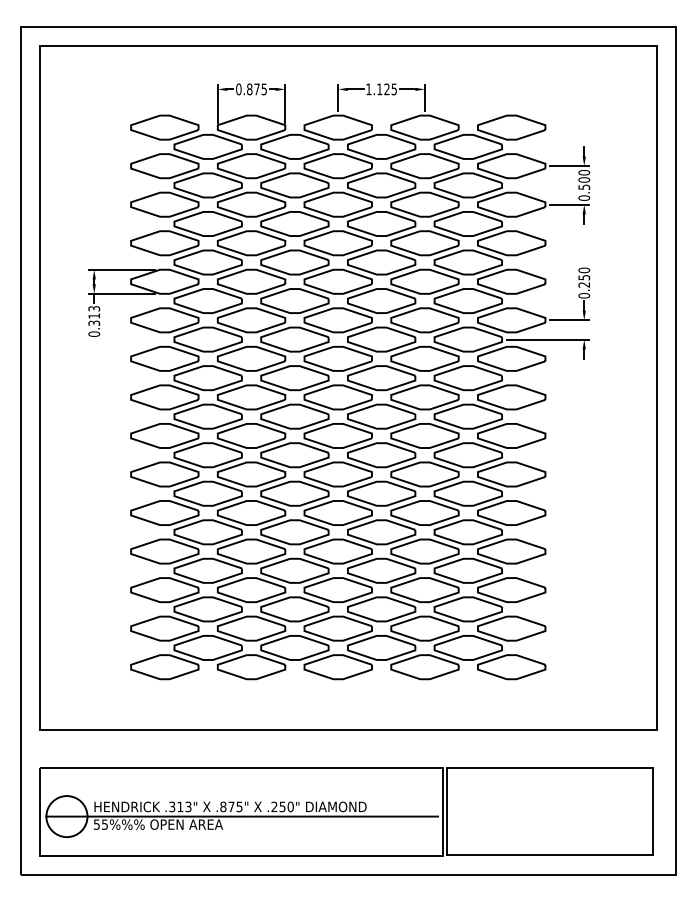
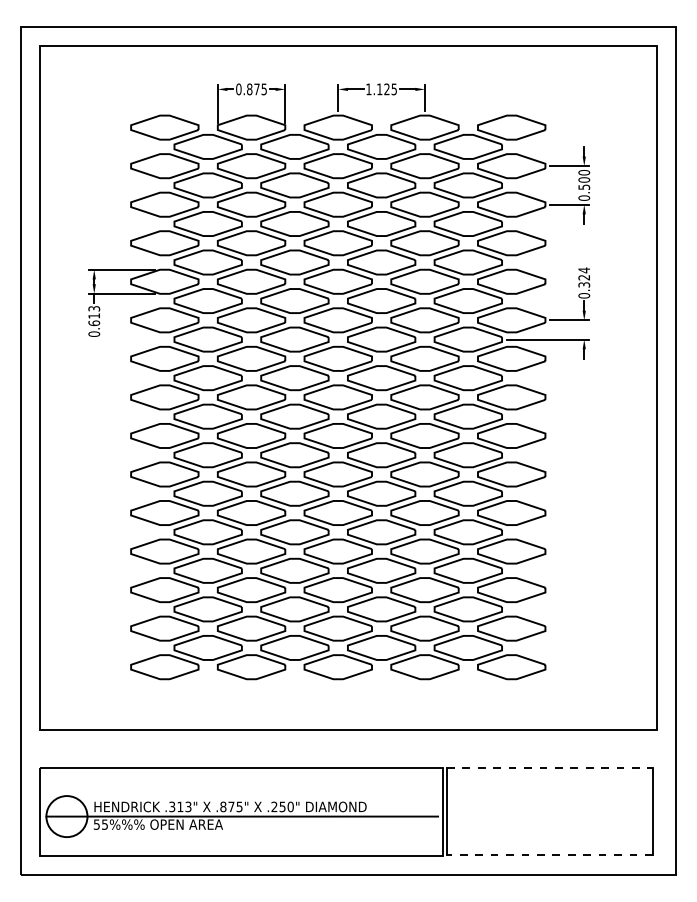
text at (584, 277): 0.250 -> 0.324
text at (94, 323): 0.313 -> 0.613
line at (549, 767): solid -> dashed
line at (549, 854): solid -> dashed
